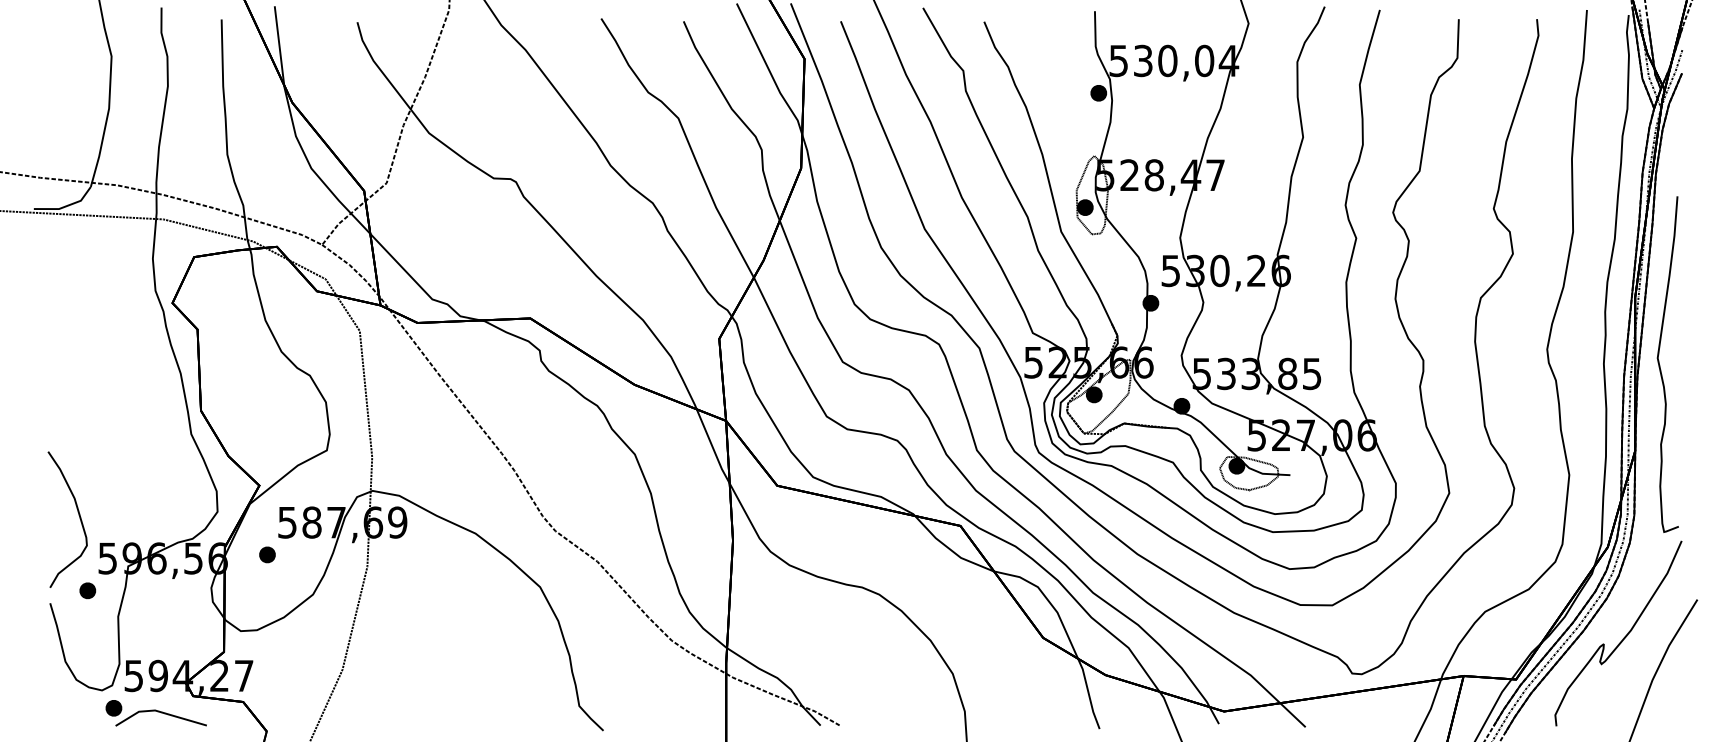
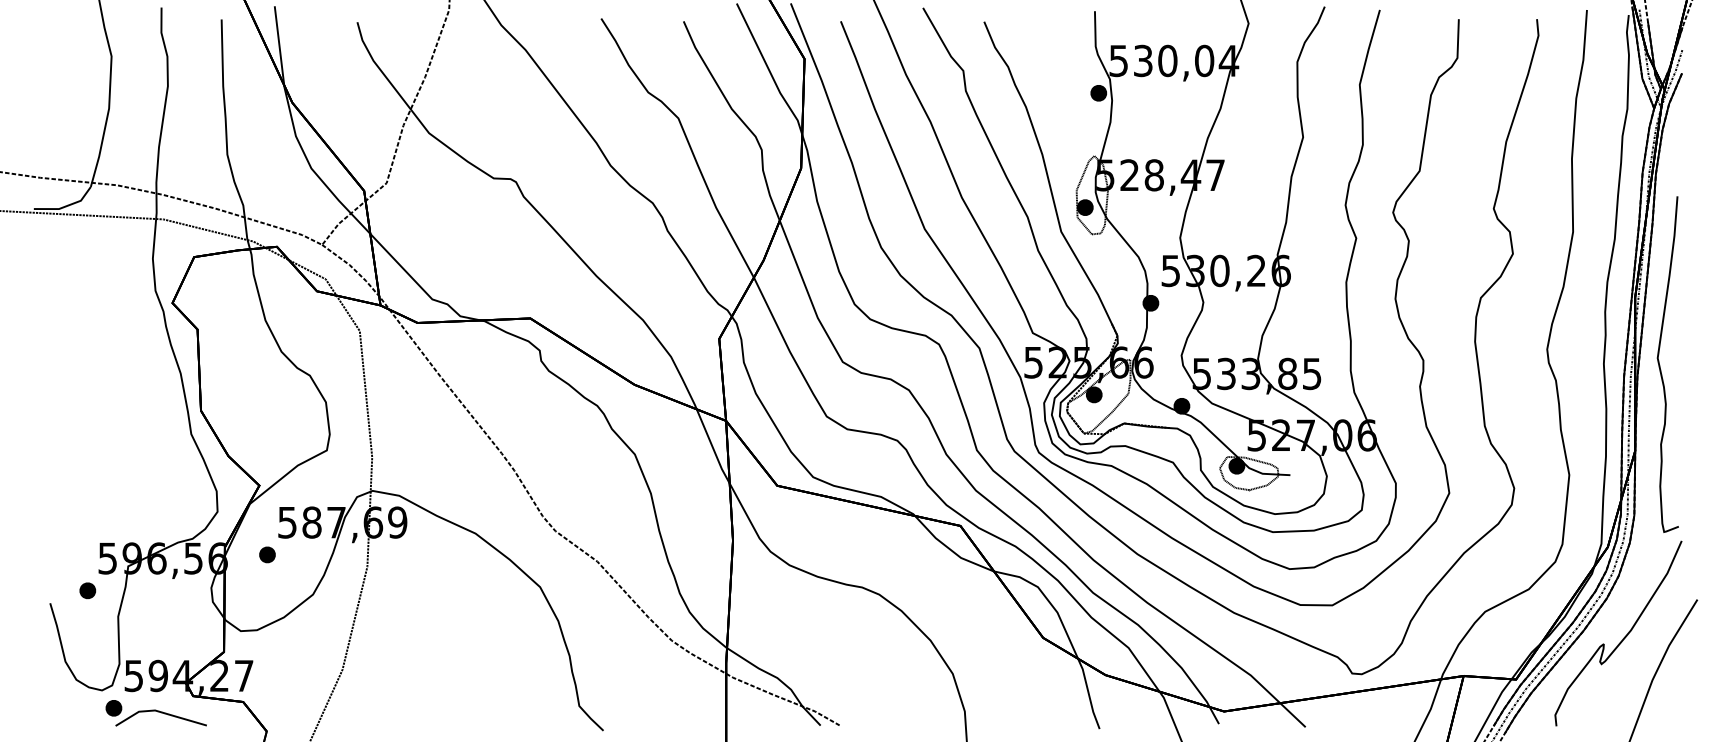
curve at (78, 515): present -> none
